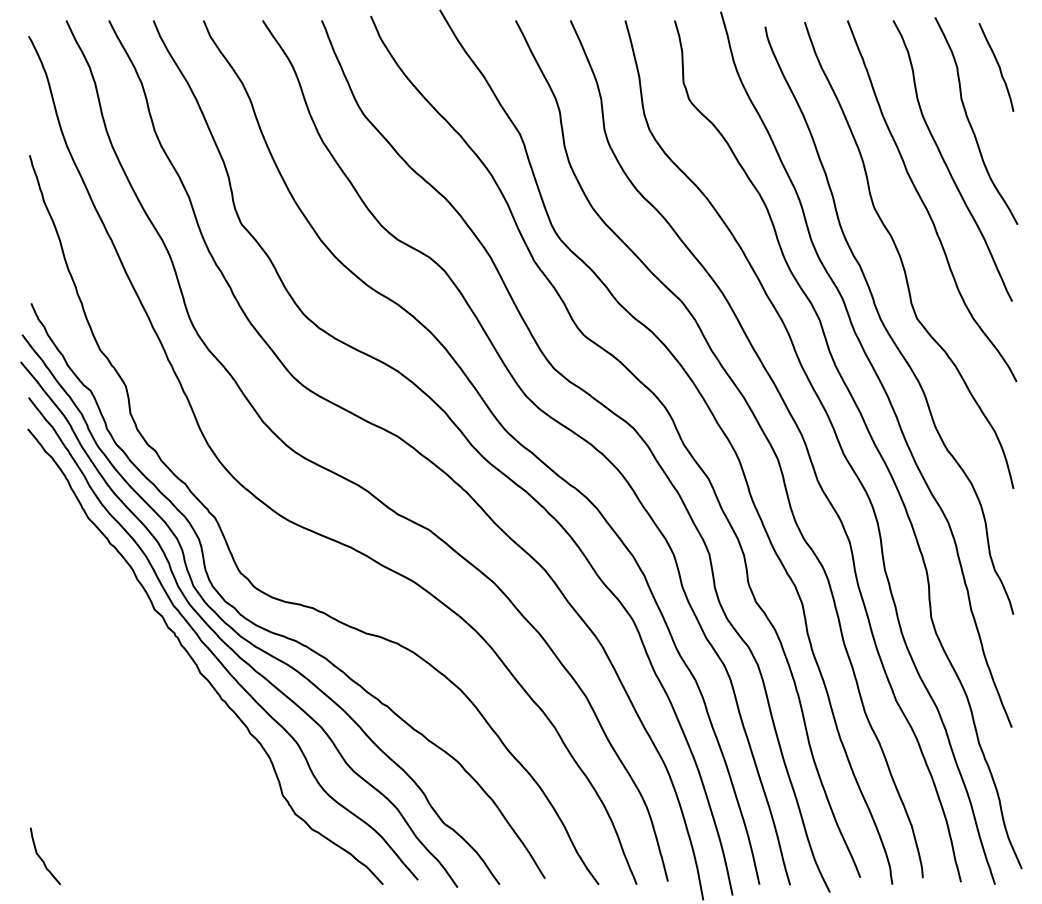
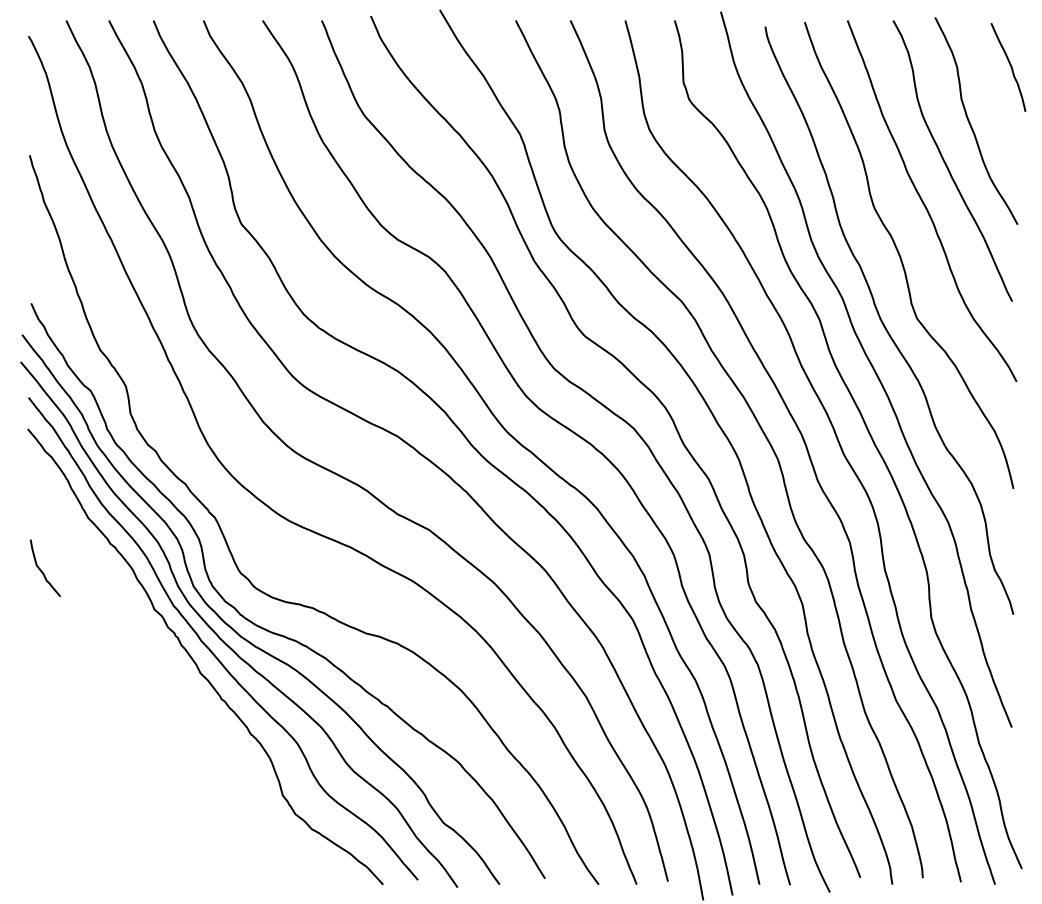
curve at (998, 67) position: (998, 67) -> (1010, 67)
curve at (41, 857) position: (41, 857) -> (41, 569)
